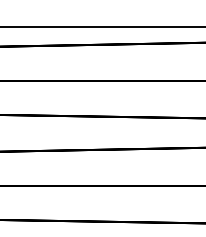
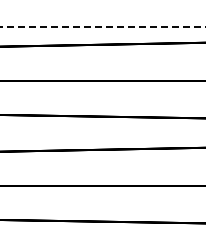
line at (103, 27): solid -> dashed
